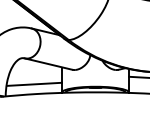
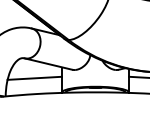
line at (34, 83) position: (34, 83) -> (34, 77)
